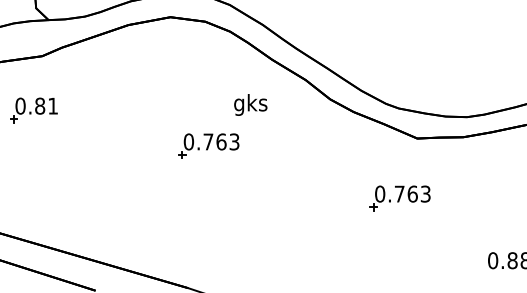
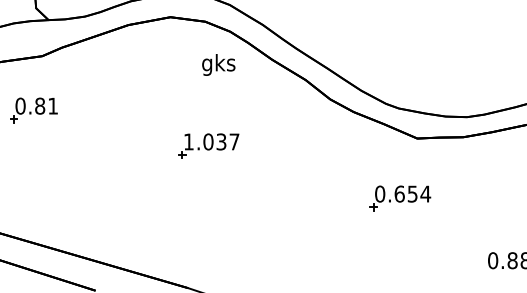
text at (250, 104) position: (250, 104) -> (218, 64)
text at (211, 141): 0.763 -> 1.037
text at (412, 193): 0.763 -> 0.654
